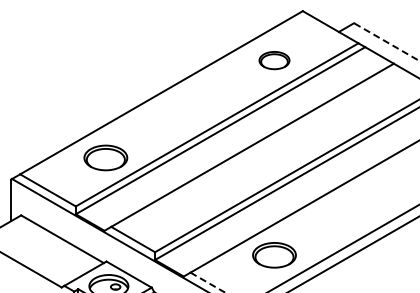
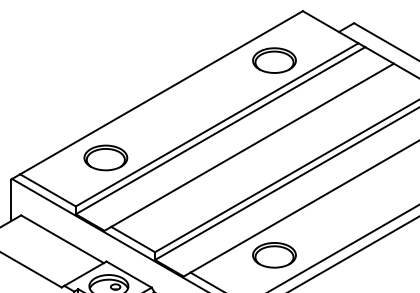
line at (386, 42): dashed -> solid
part at (274, 60) size: 33x20 px -> 45x27 px
line at (208, 283): dashed -> solid
